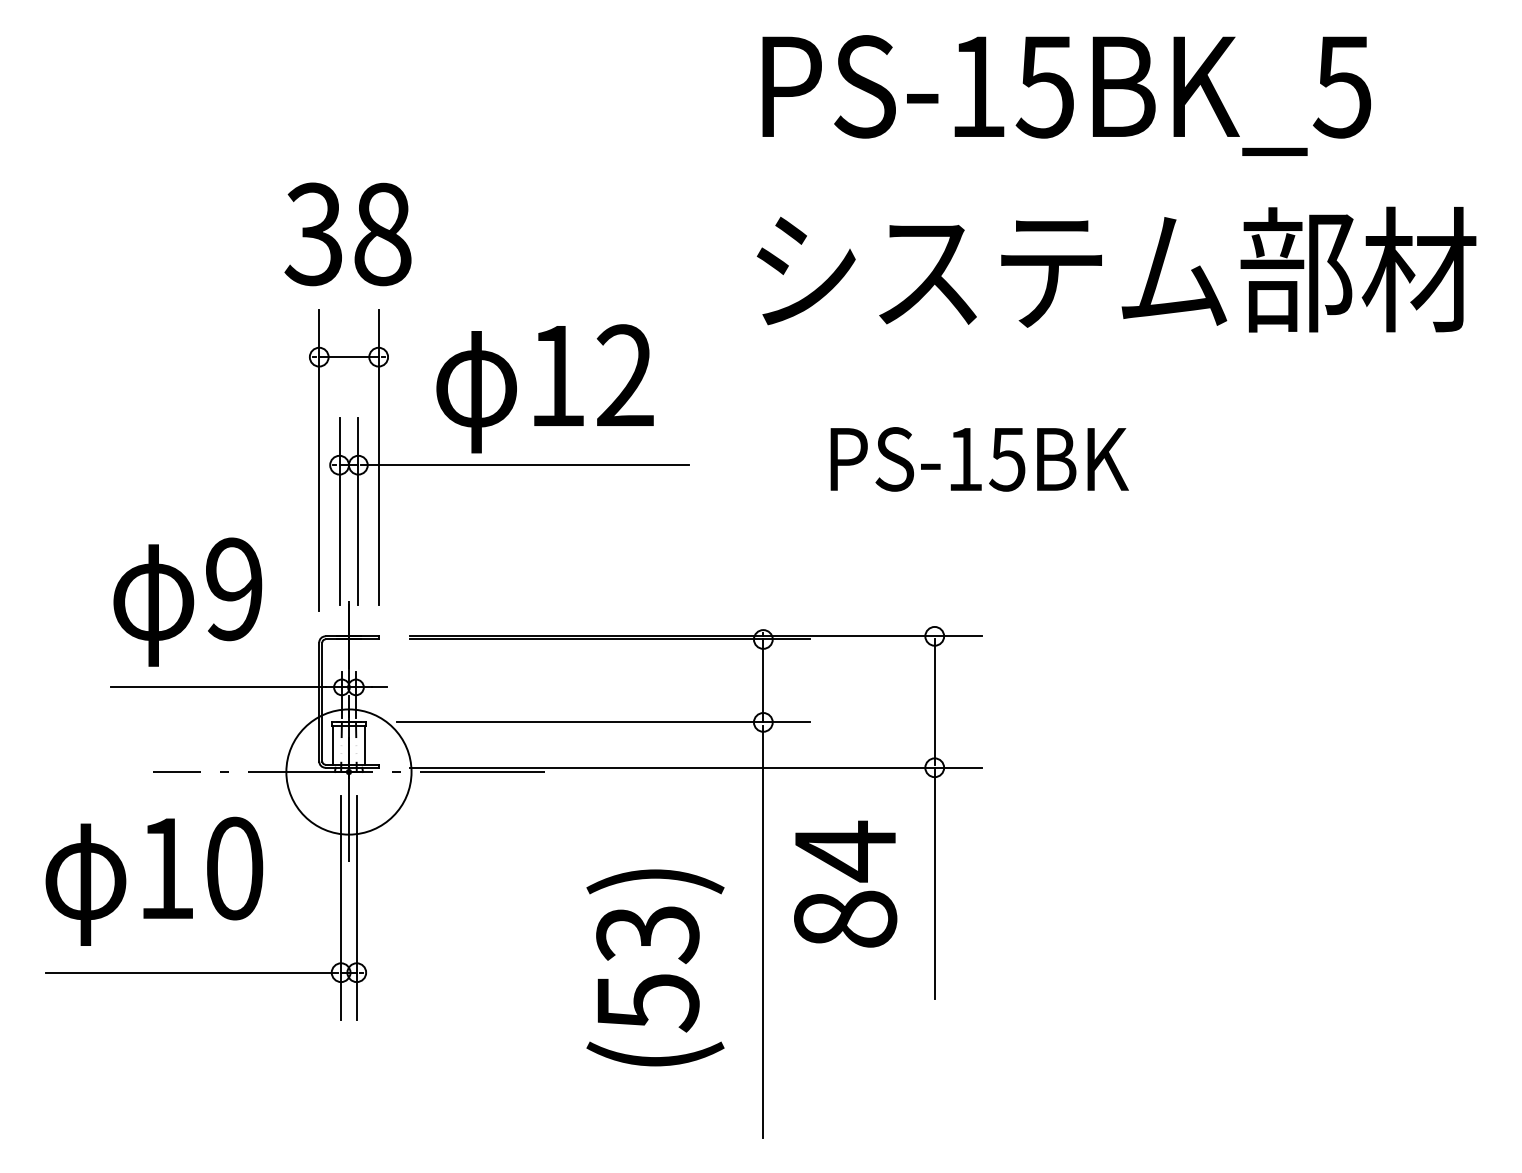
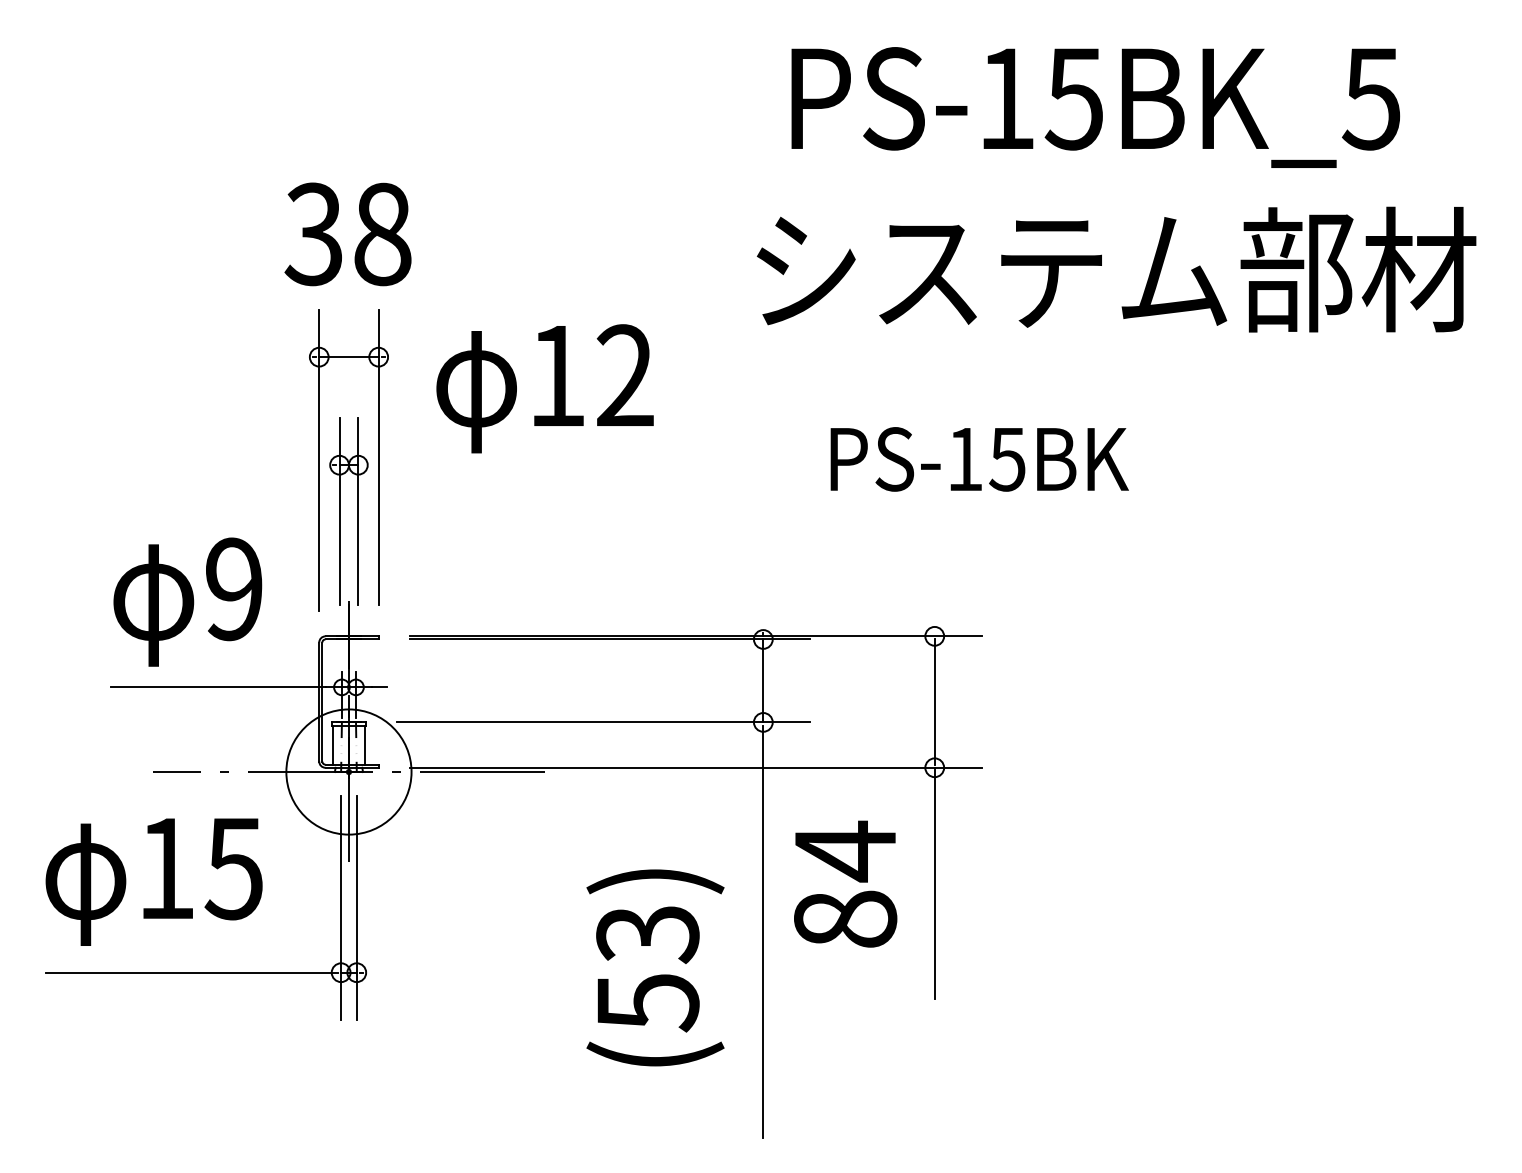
text at (1066, 95) position: (1066, 95) -> (1095, 107)
line at (525, 465): present -> none
text at (233, 868): 10 -> 15
